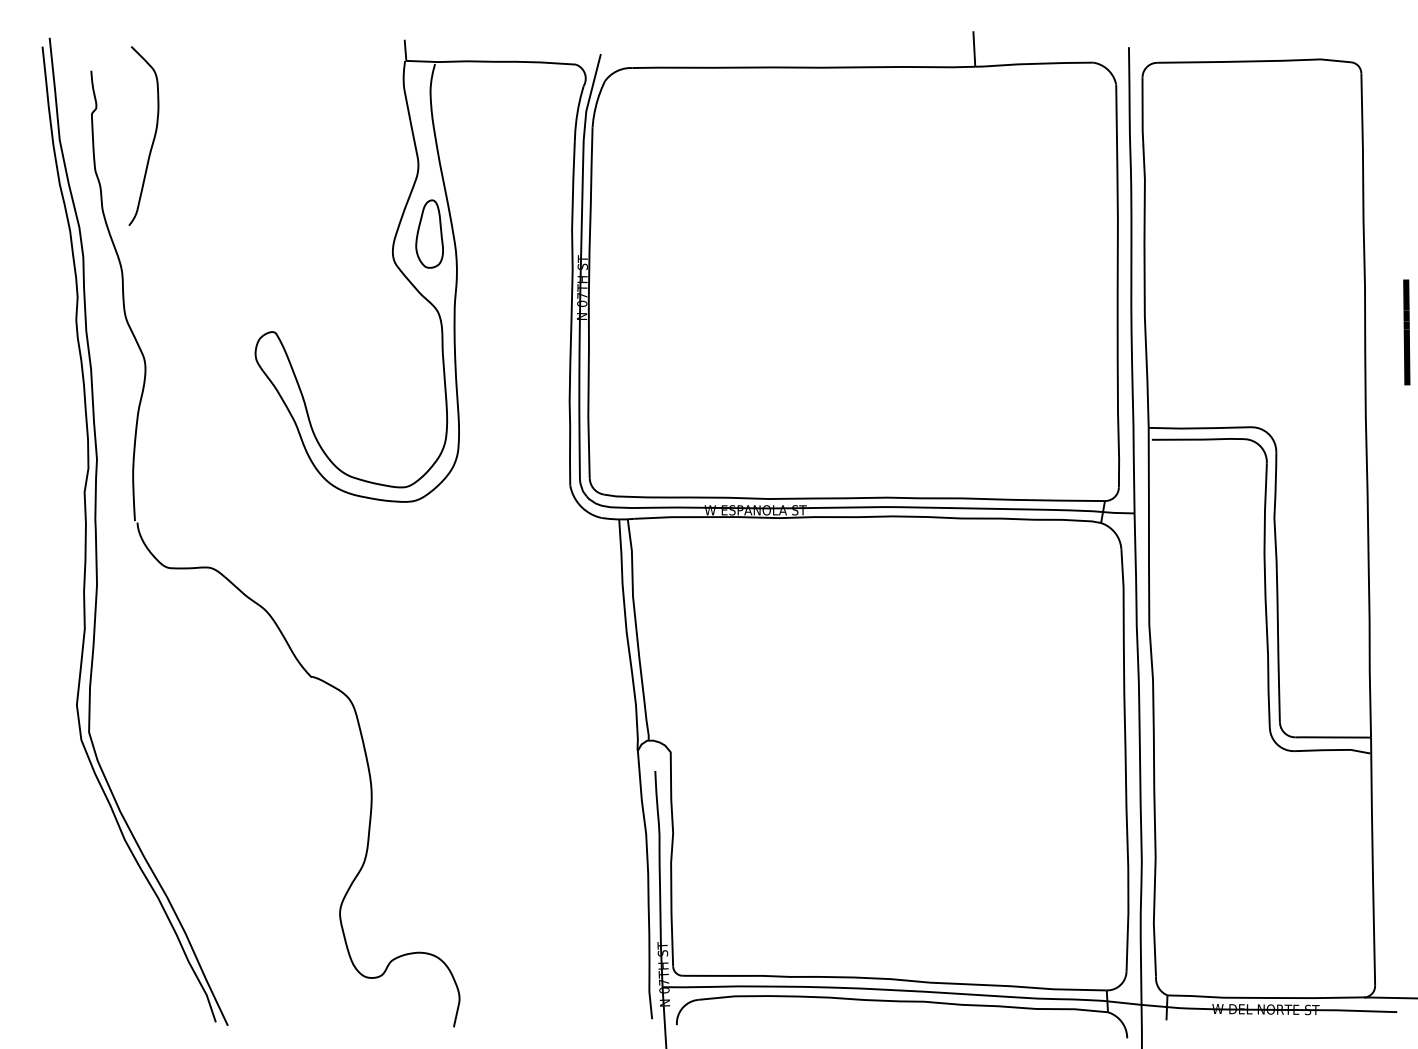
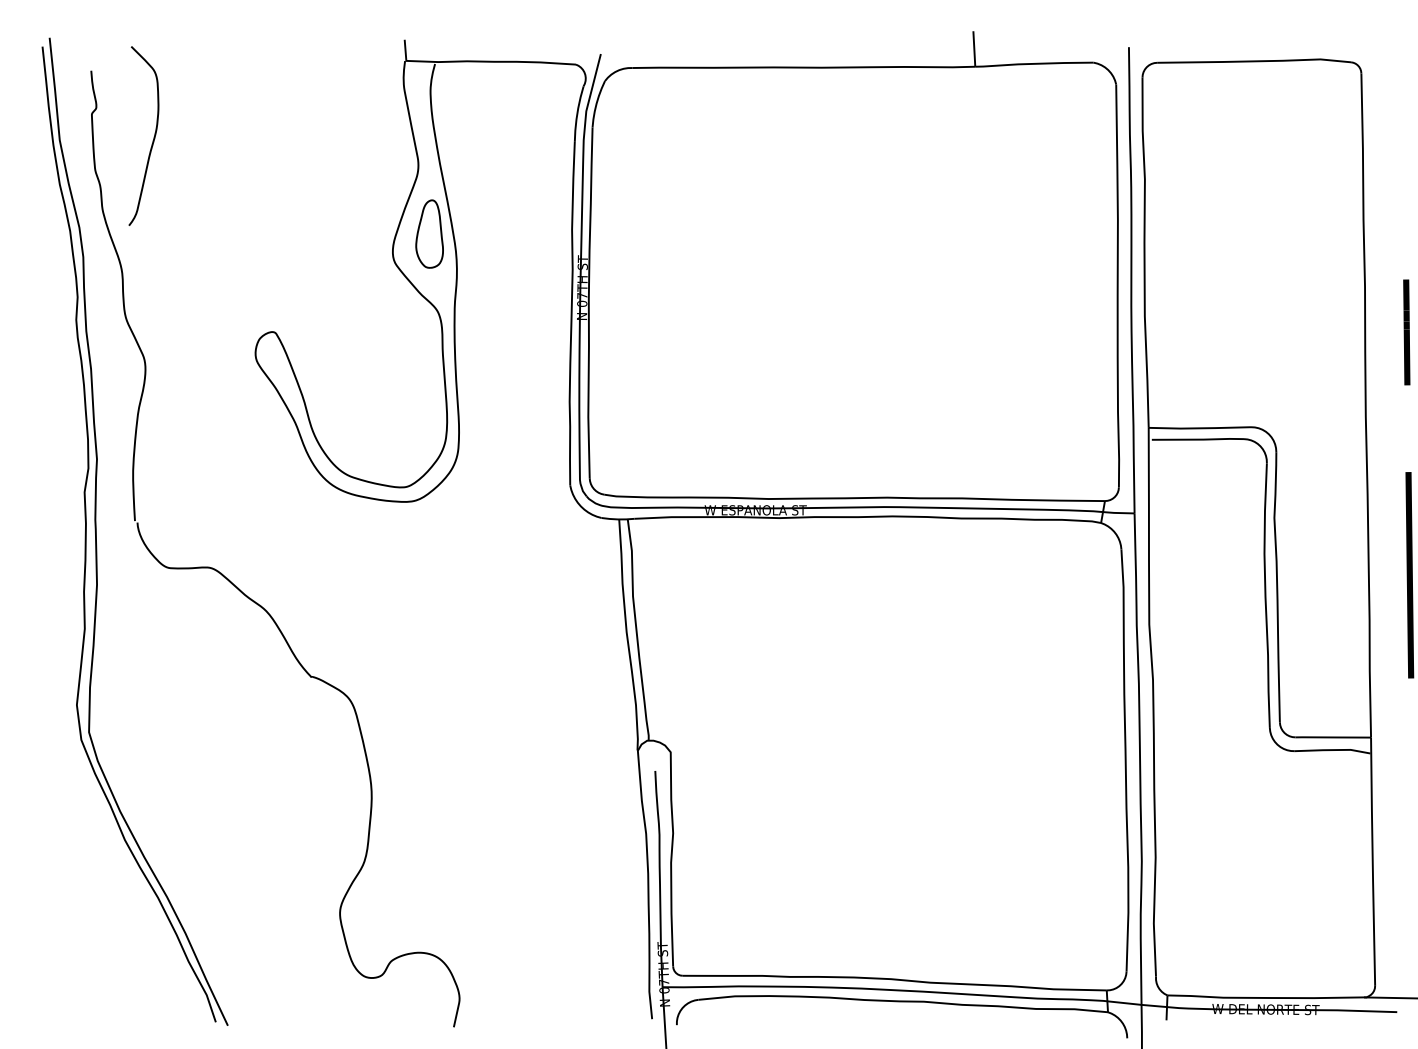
curve at (1409, 575): none -> present
